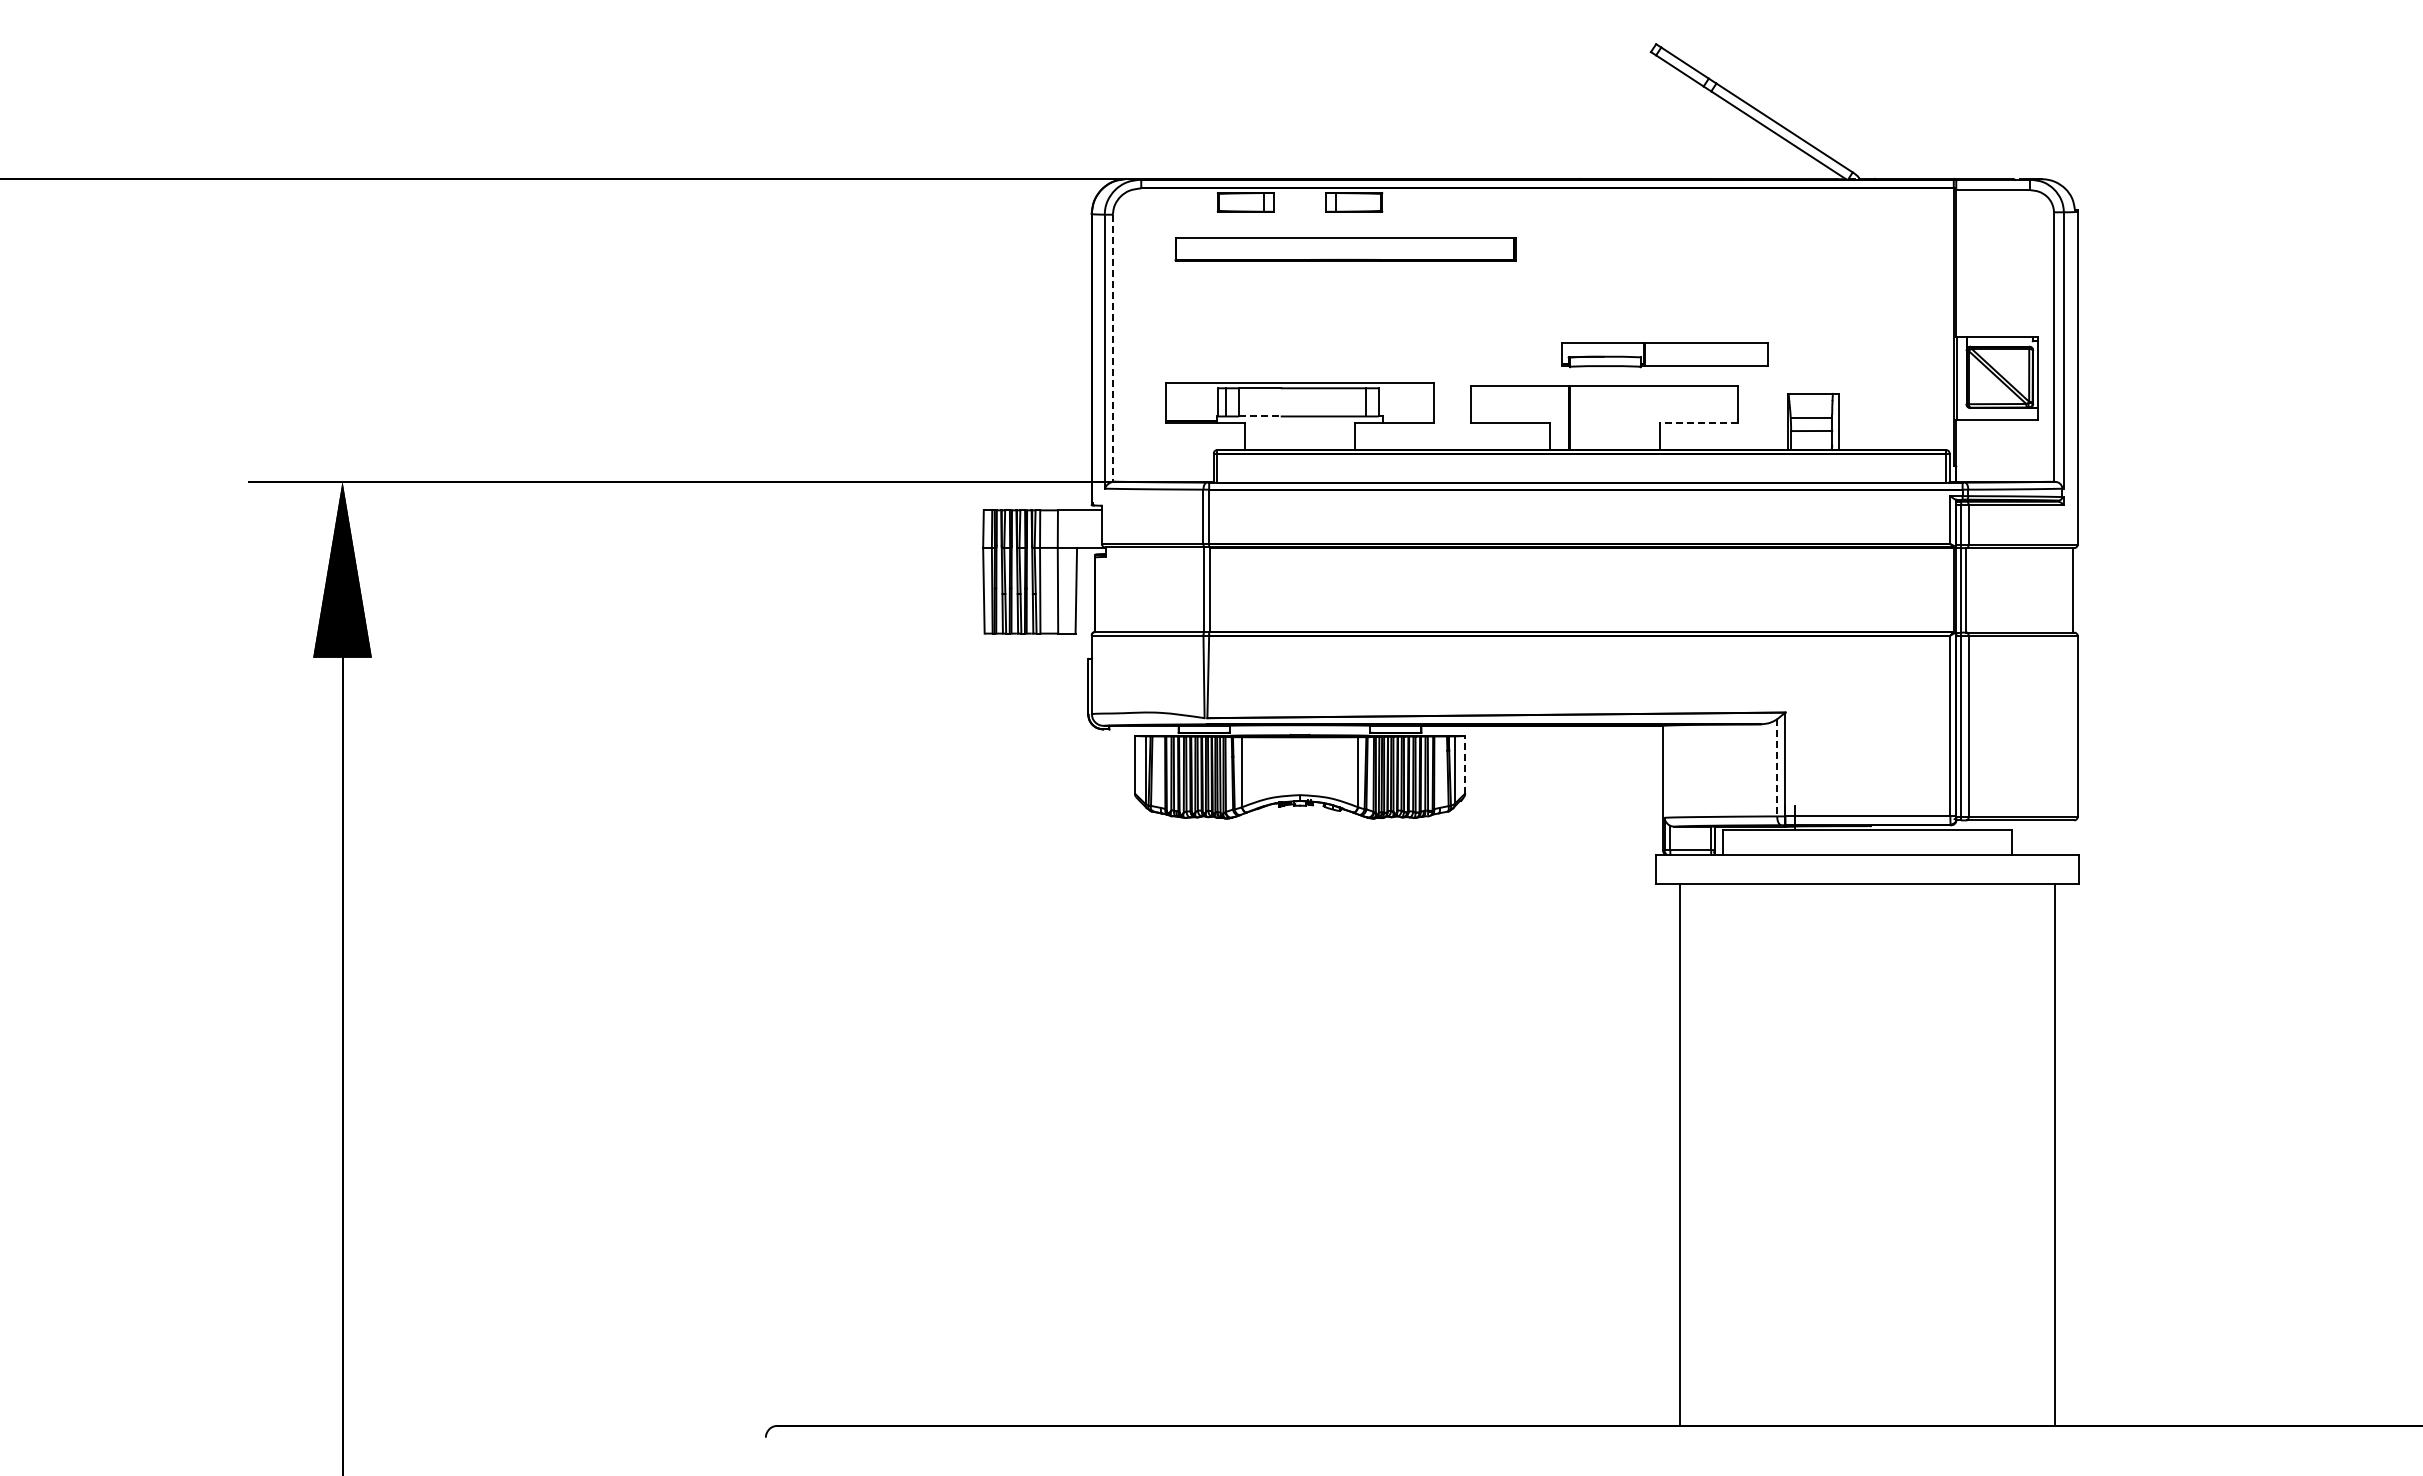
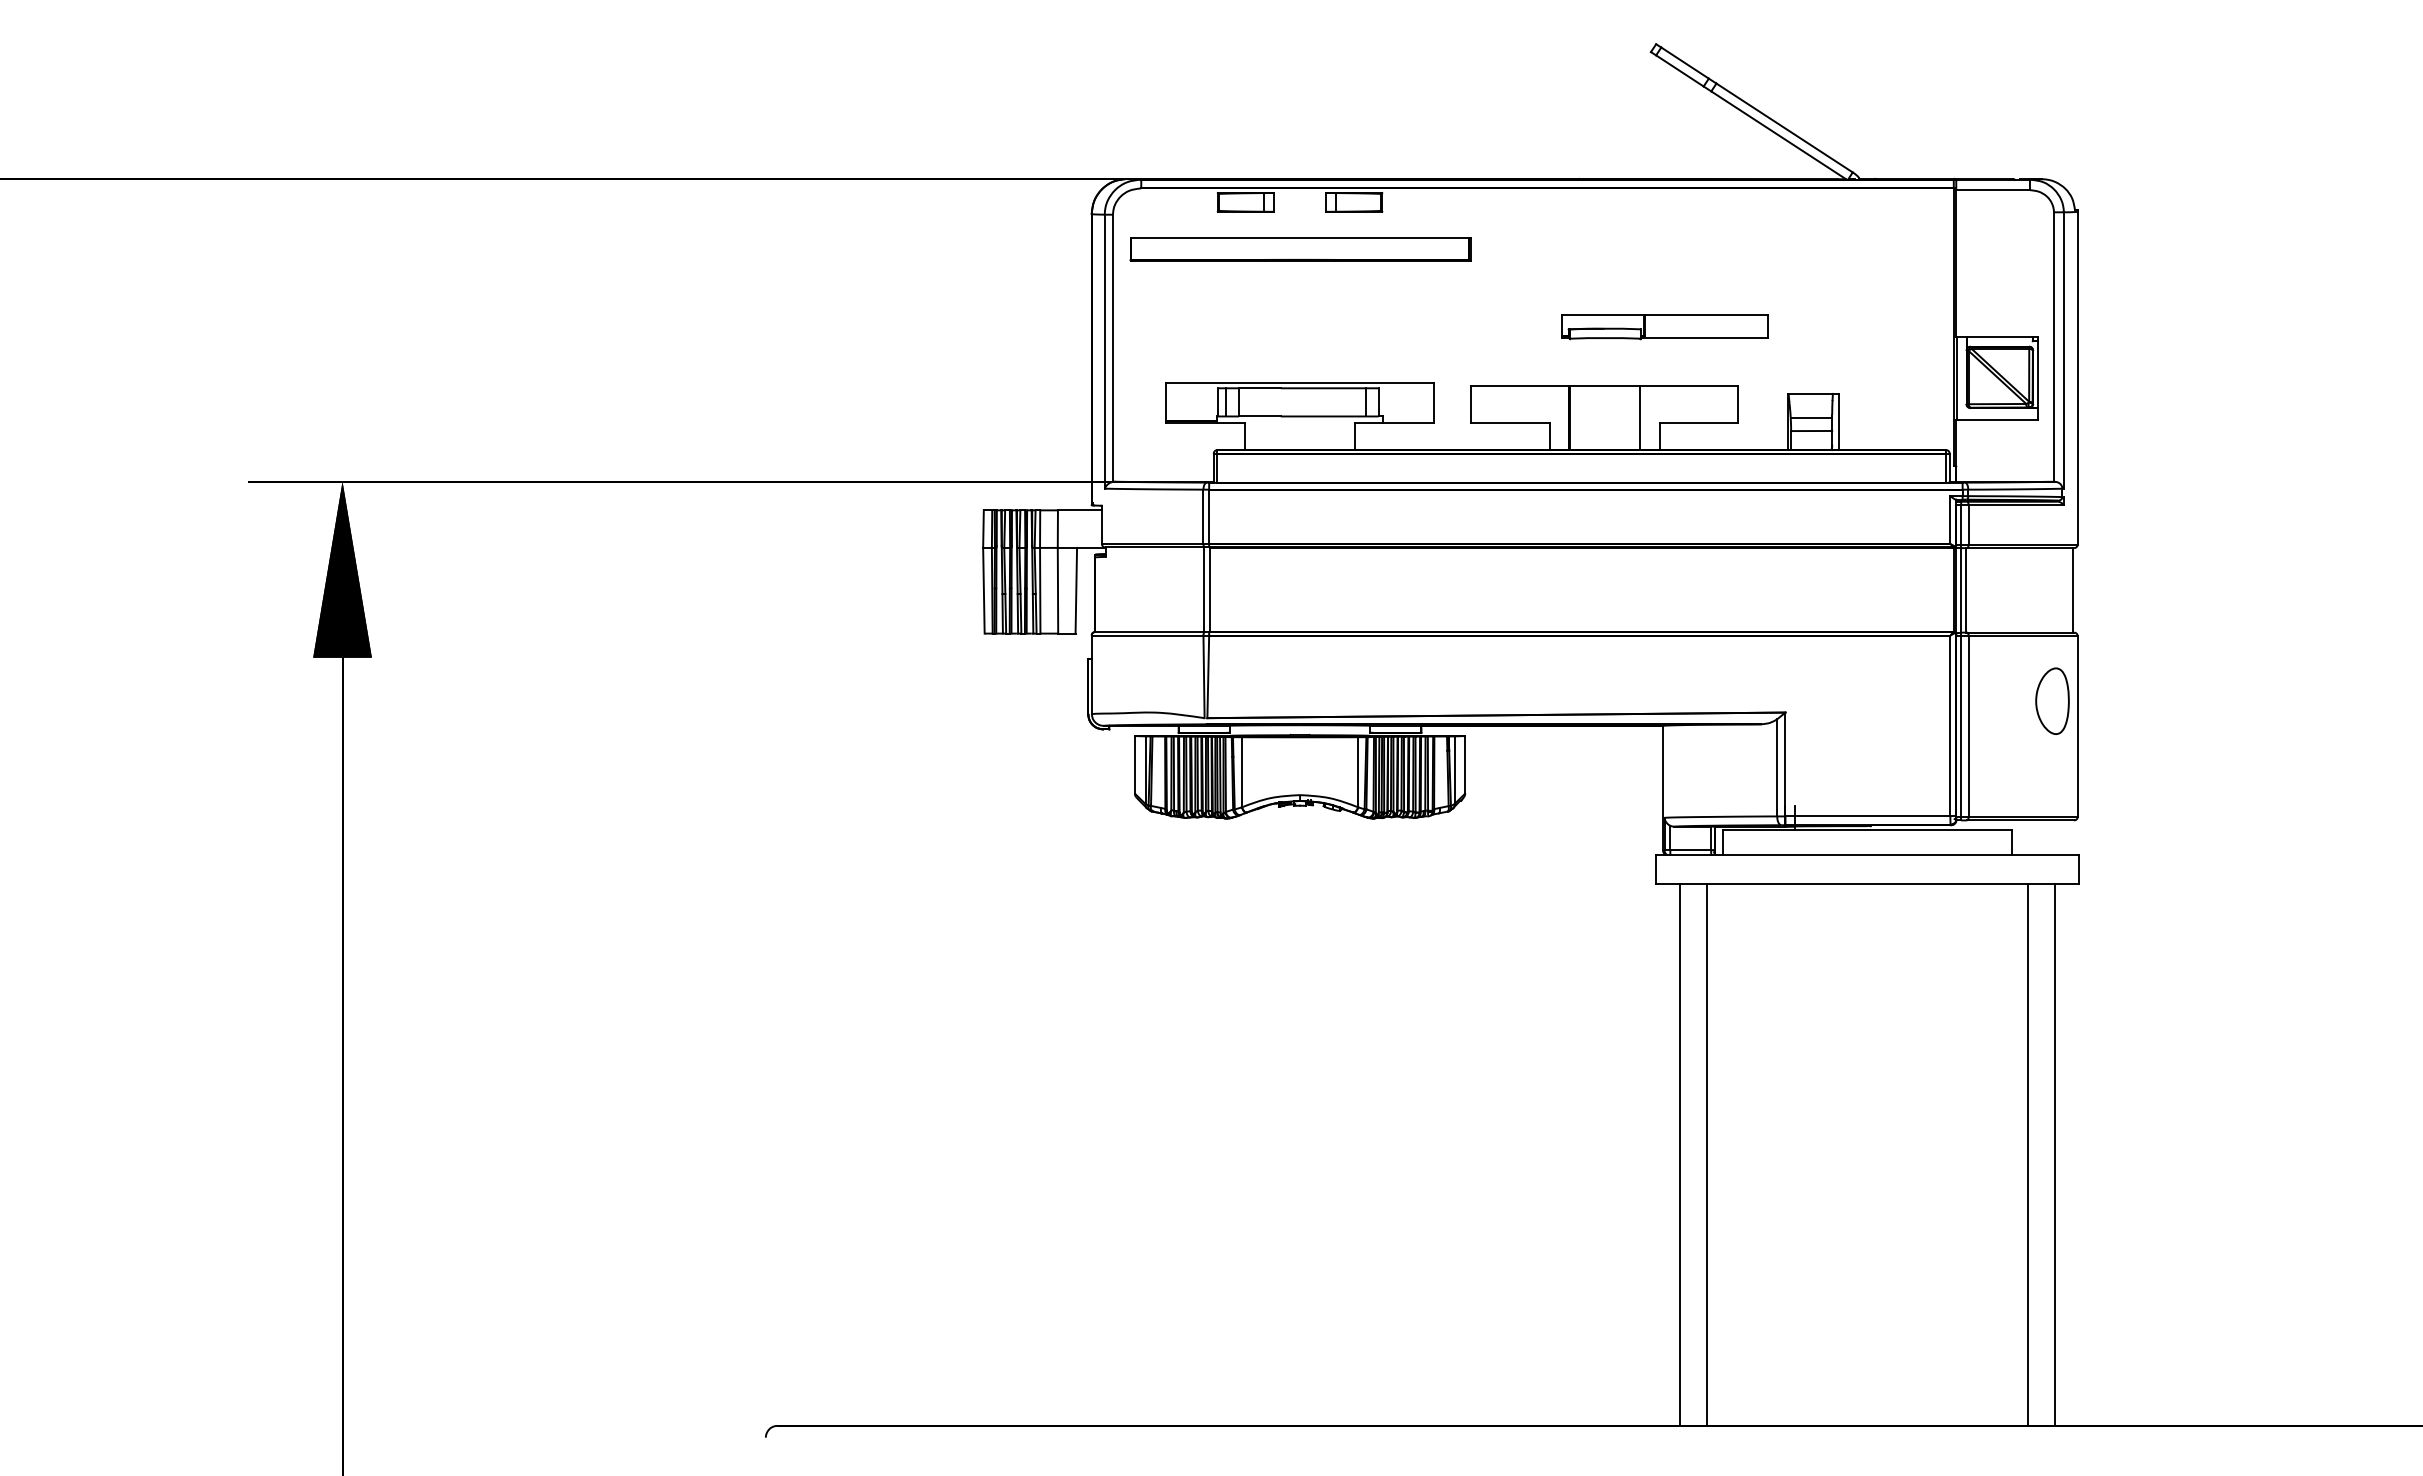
part at (1345, 249) position: (1345, 249) -> (1300, 249)
line at (1113, 348): dashed -> solid
part at (1664, 355) position: (1664, 355) -> (1664, 327)
line at (1259, 416): dashed -> solid
line at (1640, 417): none -> present
line at (1698, 423): dashed -> solid
part at (2052, 700): none -> present
line at (1465, 764): dashed -> solid
line at (1777, 767): dashed -> solid
line at (1706, 1154): none -> present
line at (2028, 1154): none -> present
